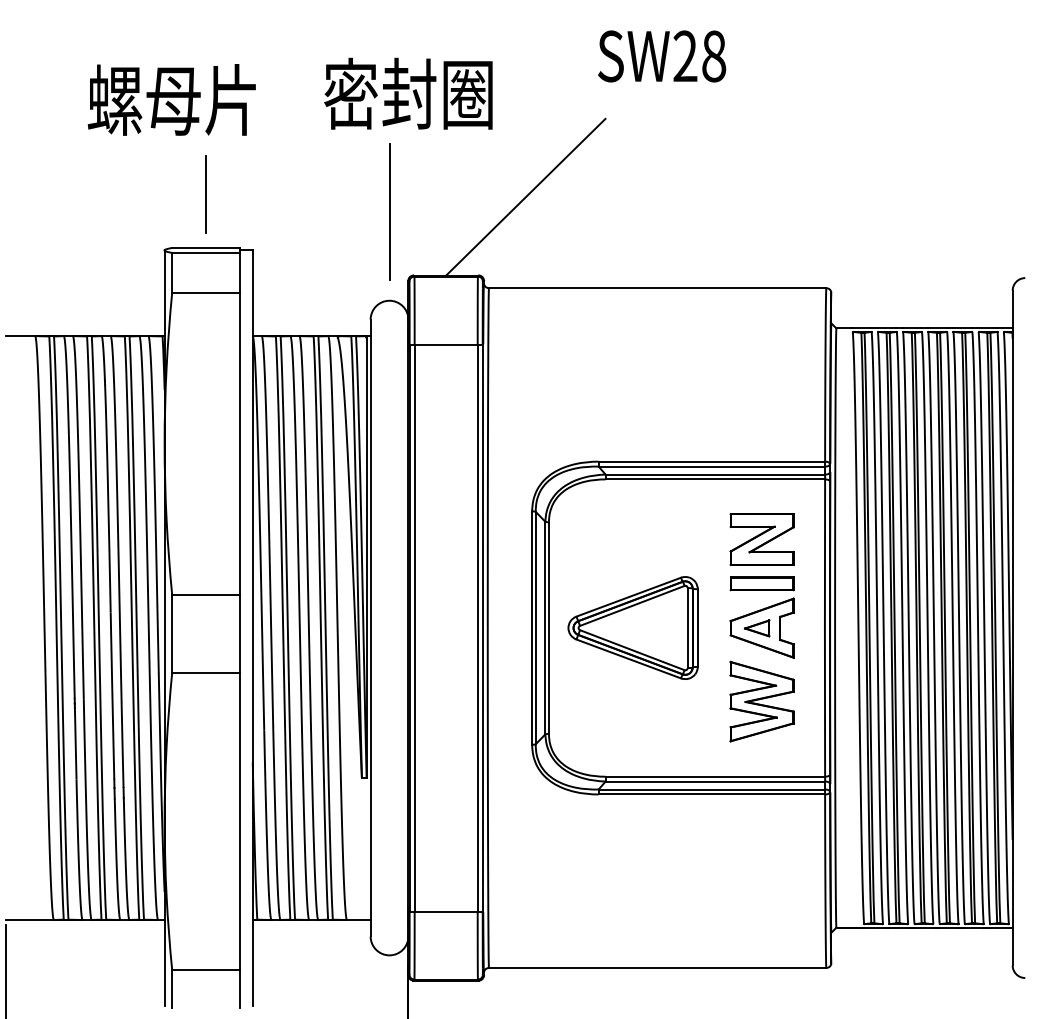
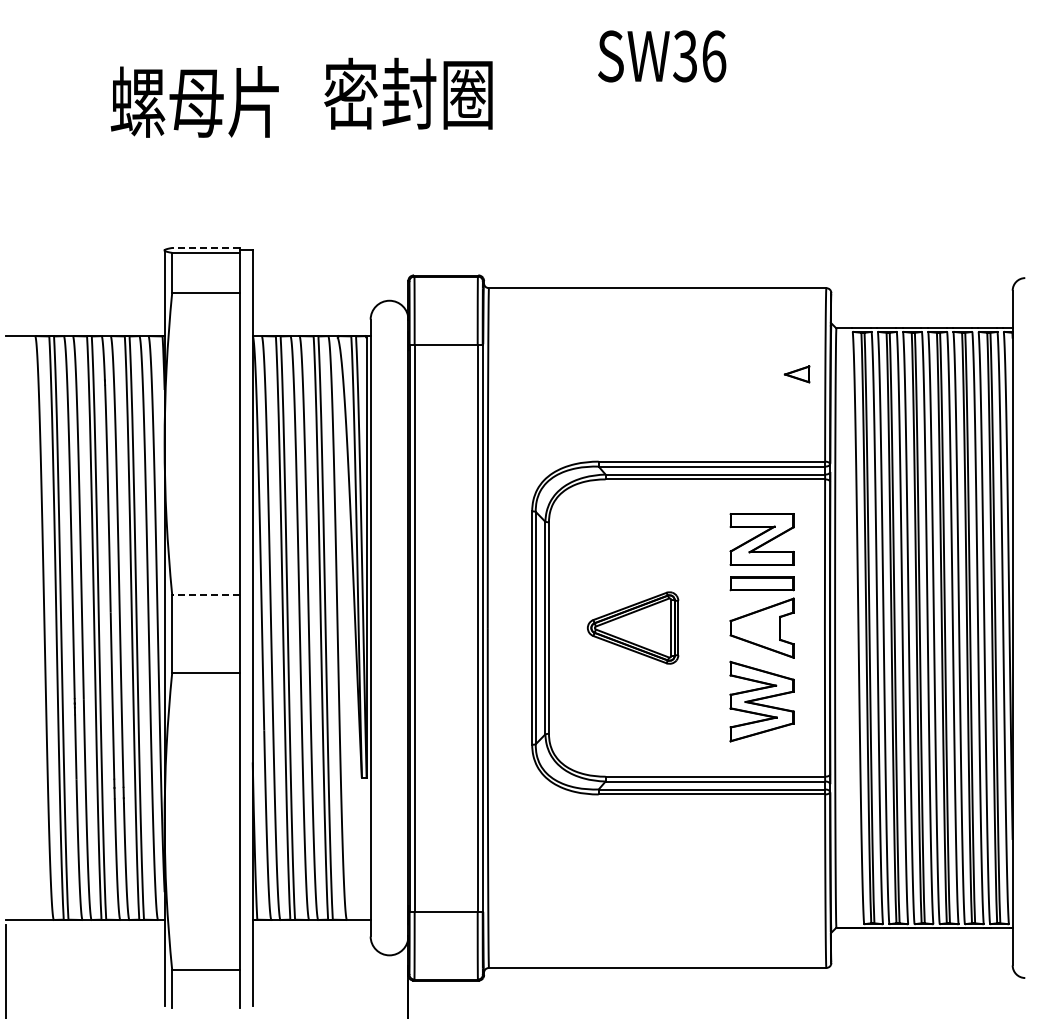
text at (699, 56): SW28 -> SW36
text at (171, 99) position: (171, 99) -> (194, 101)
line at (206, 194): present -> none
line at (525, 196): present -> none
line at (389, 211): present -> none
line at (206, 247): solid -> dashed
line at (206, 594): solid -> dashed
part at (632, 627) size: 132x104 px -> 93x74 px
part at (756, 628) position: (756, 628) -> (796, 374)
